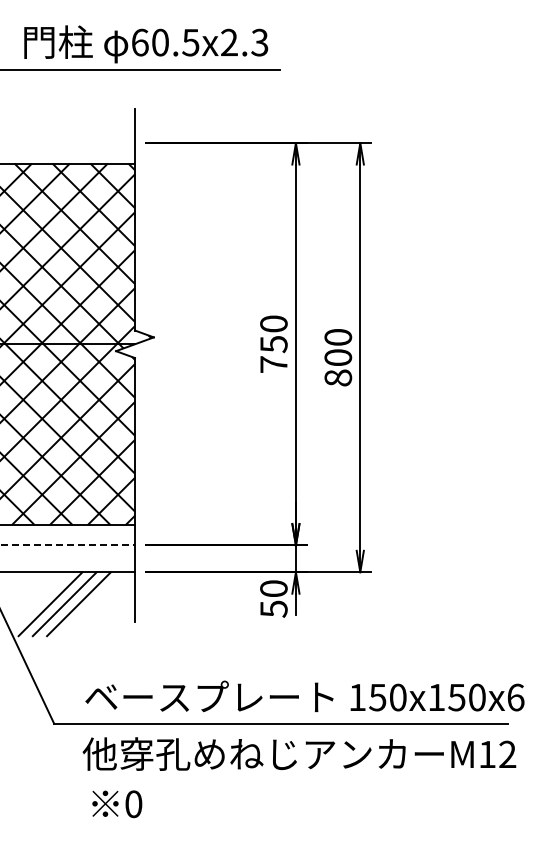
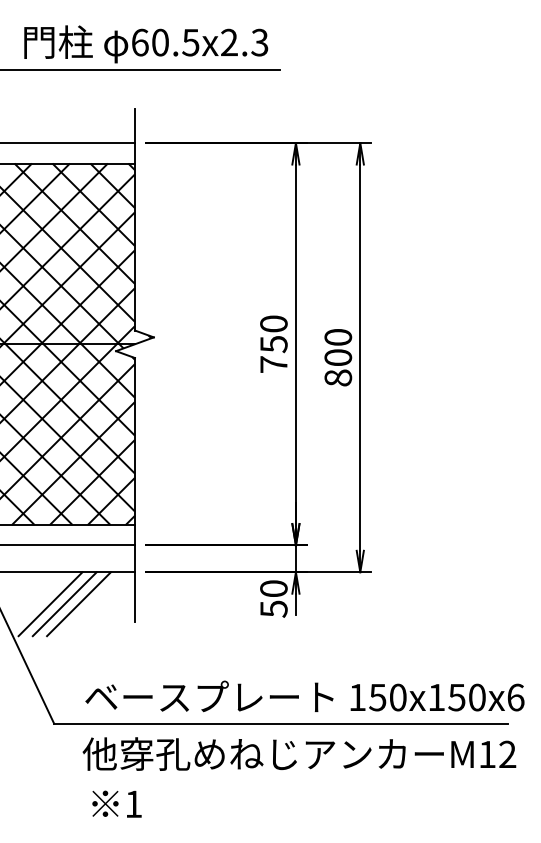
line at (68, 143): none -> present
line at (68, 545): dashed -> solid
text at (133, 804): 0 -> 1
